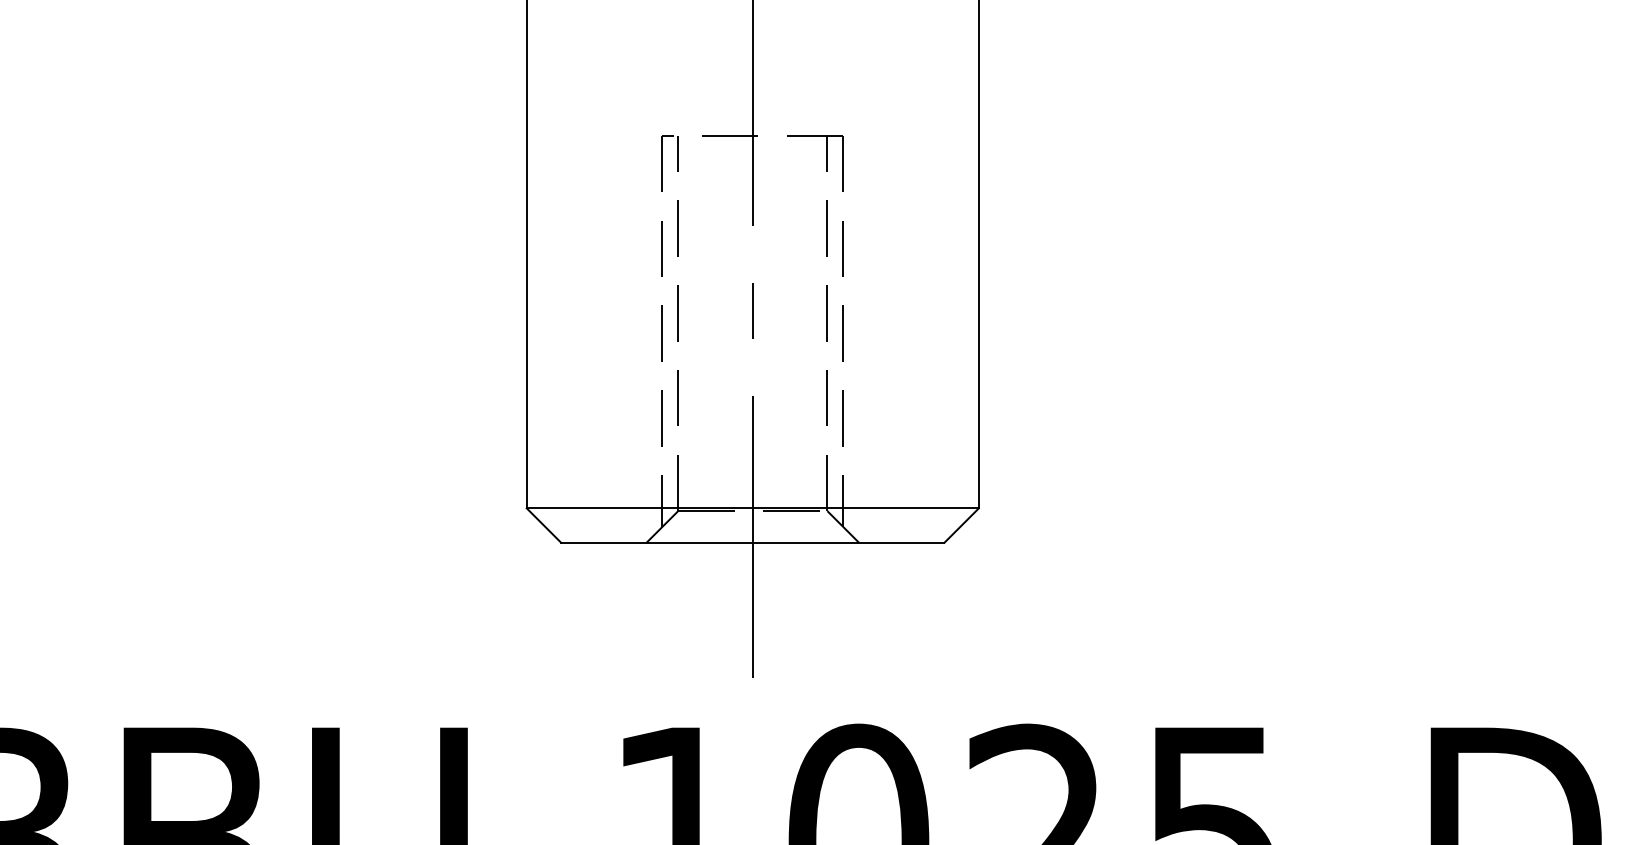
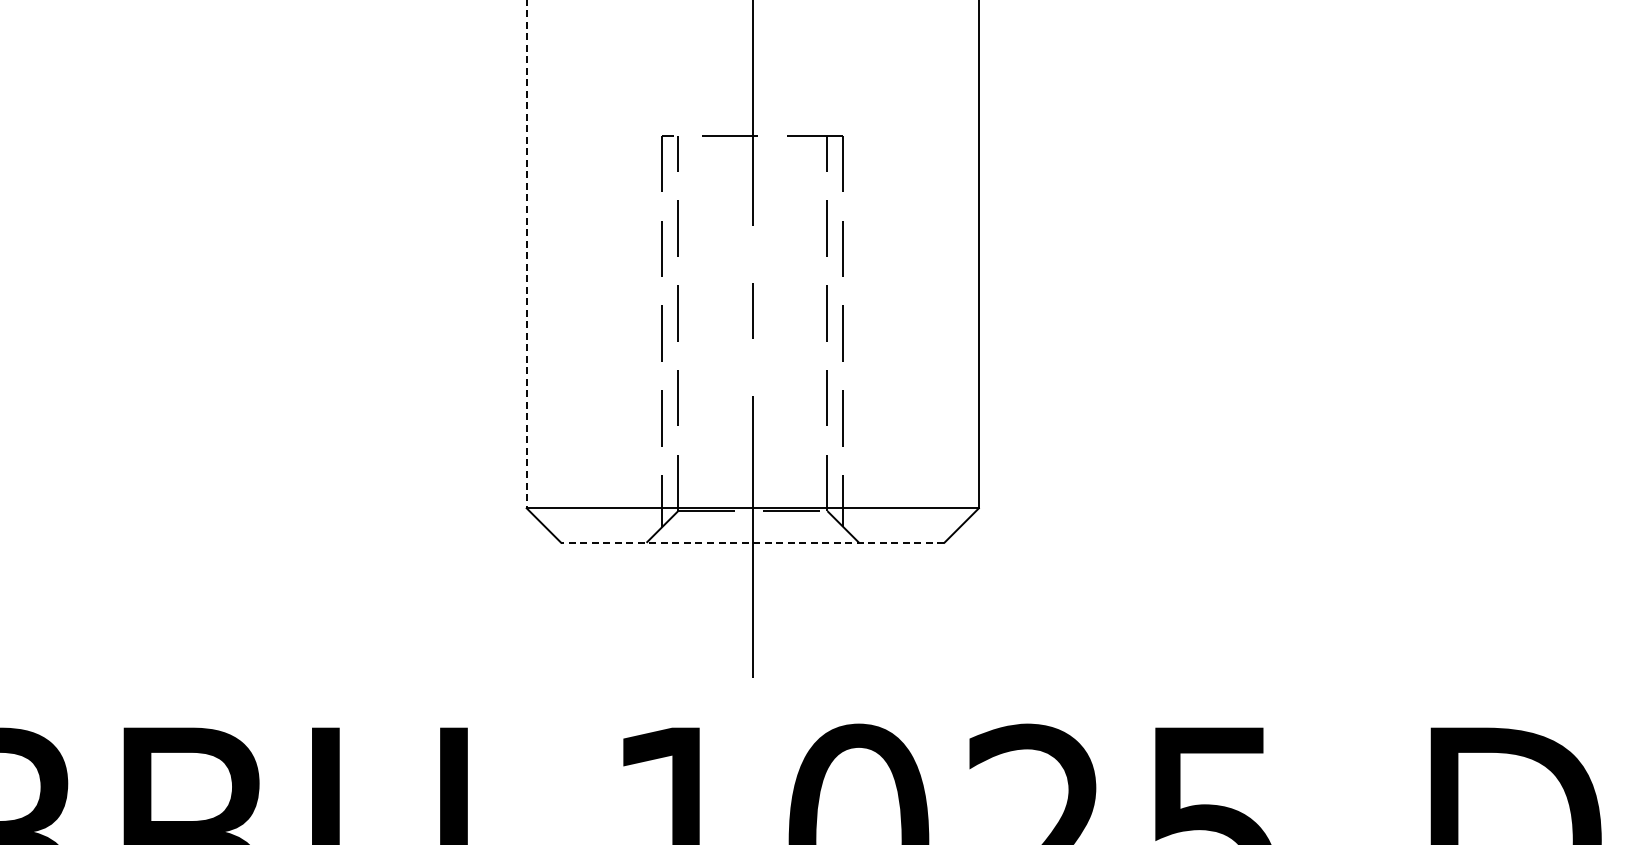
line at (526, 254): solid -> dashed
line at (752, 542): solid -> dashed
